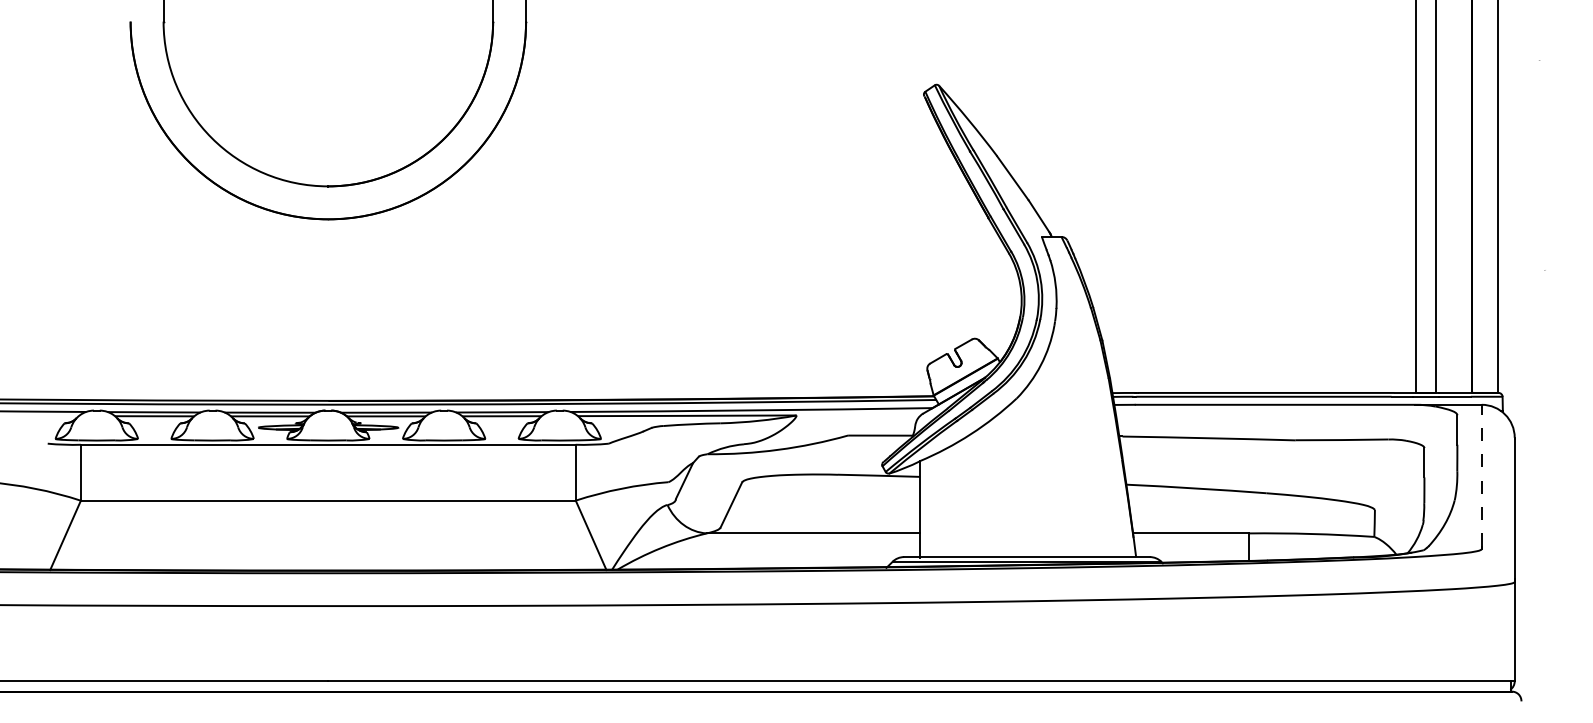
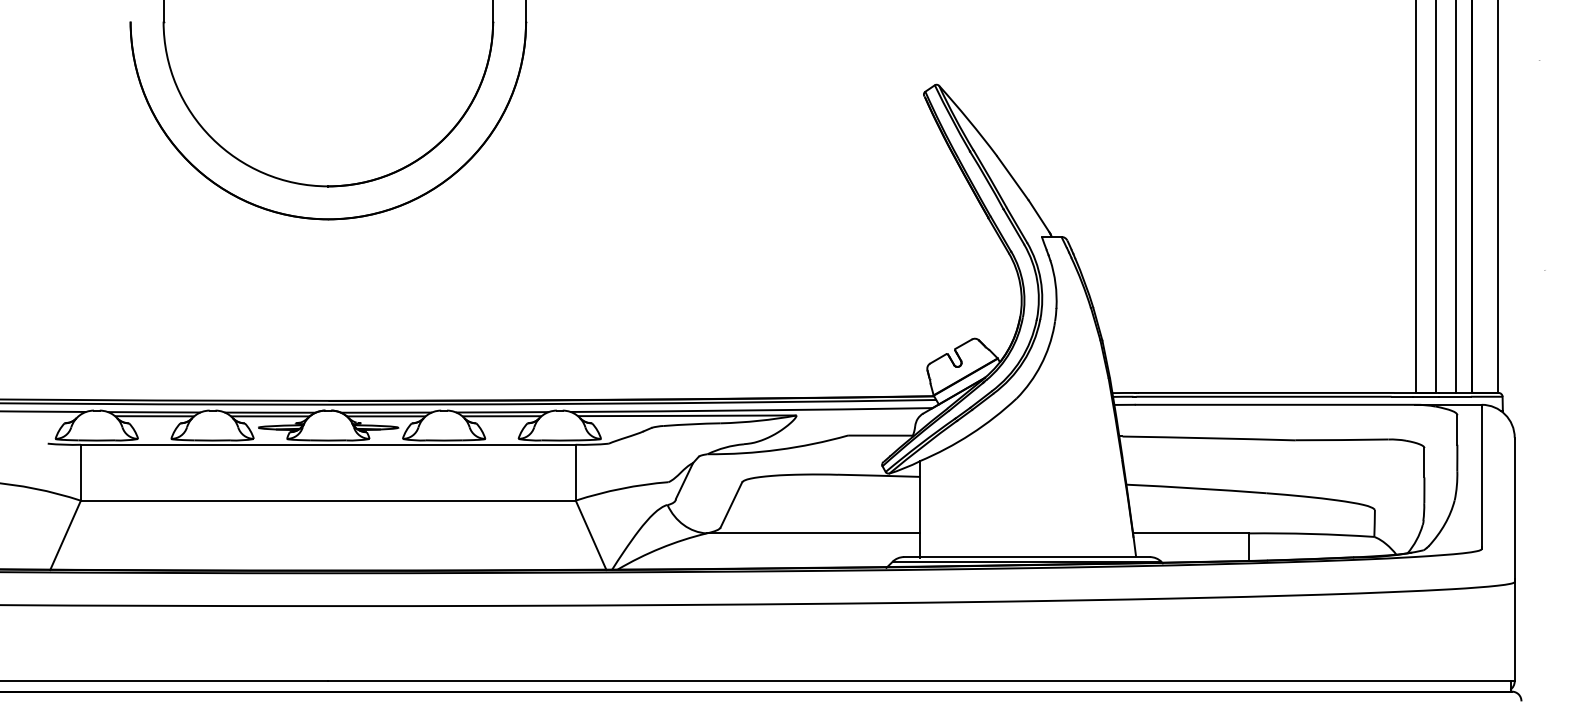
line at (1455, 197): none -> present
line at (1481, 476): dashed -> solid
